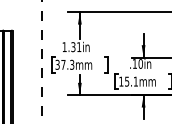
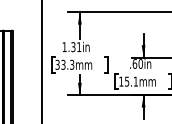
line at (42, 61): dashed -> solid
text at (134, 63): .10in -> .60in
text at (63, 64): 37.3mm -> 33.3mm
